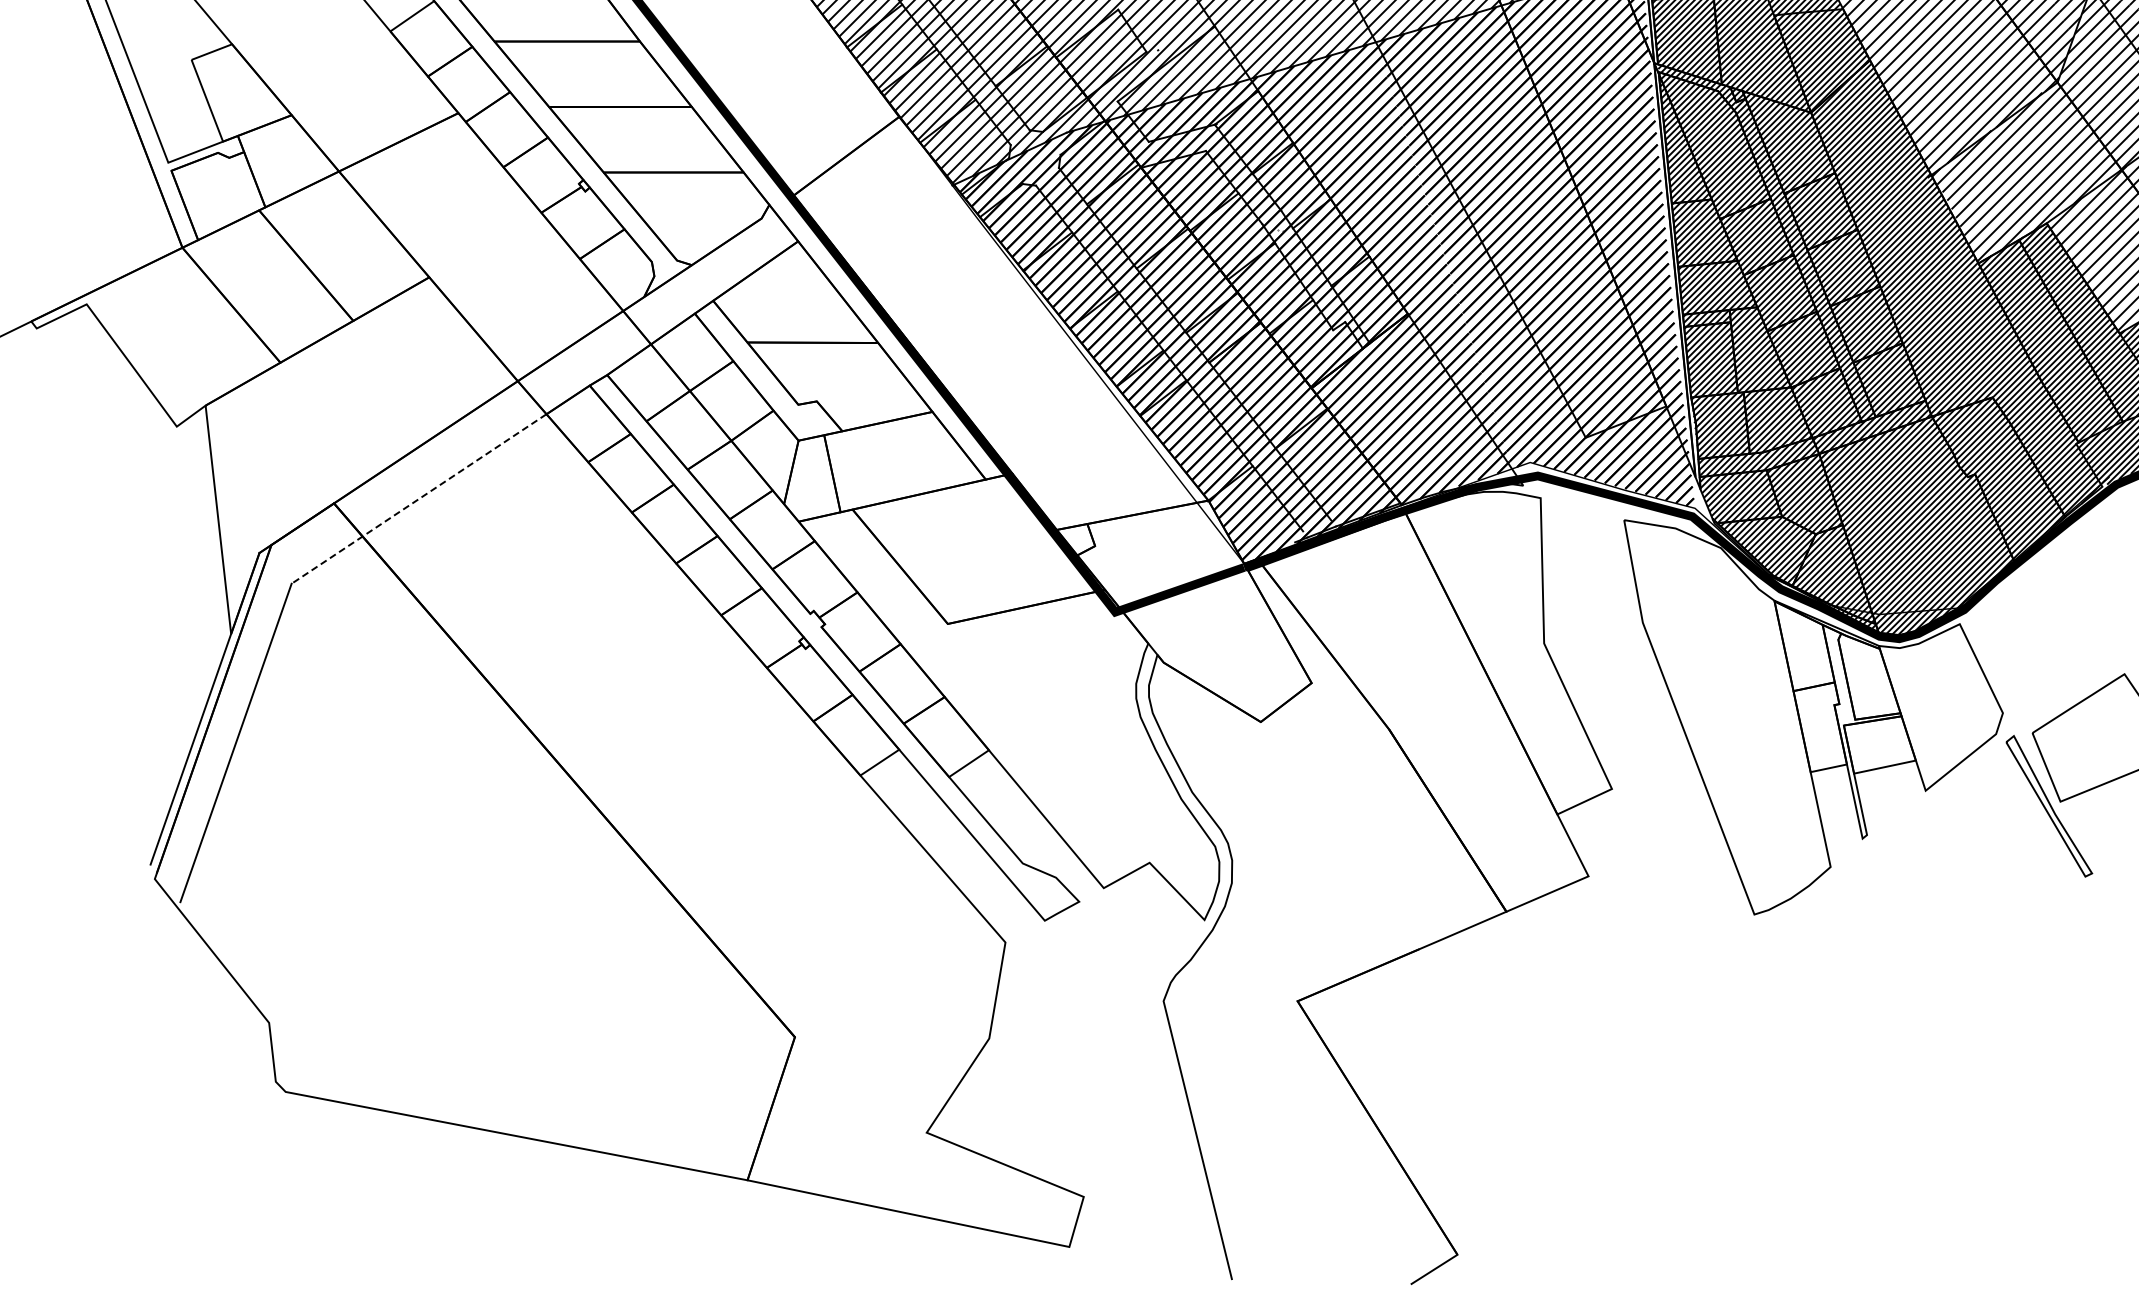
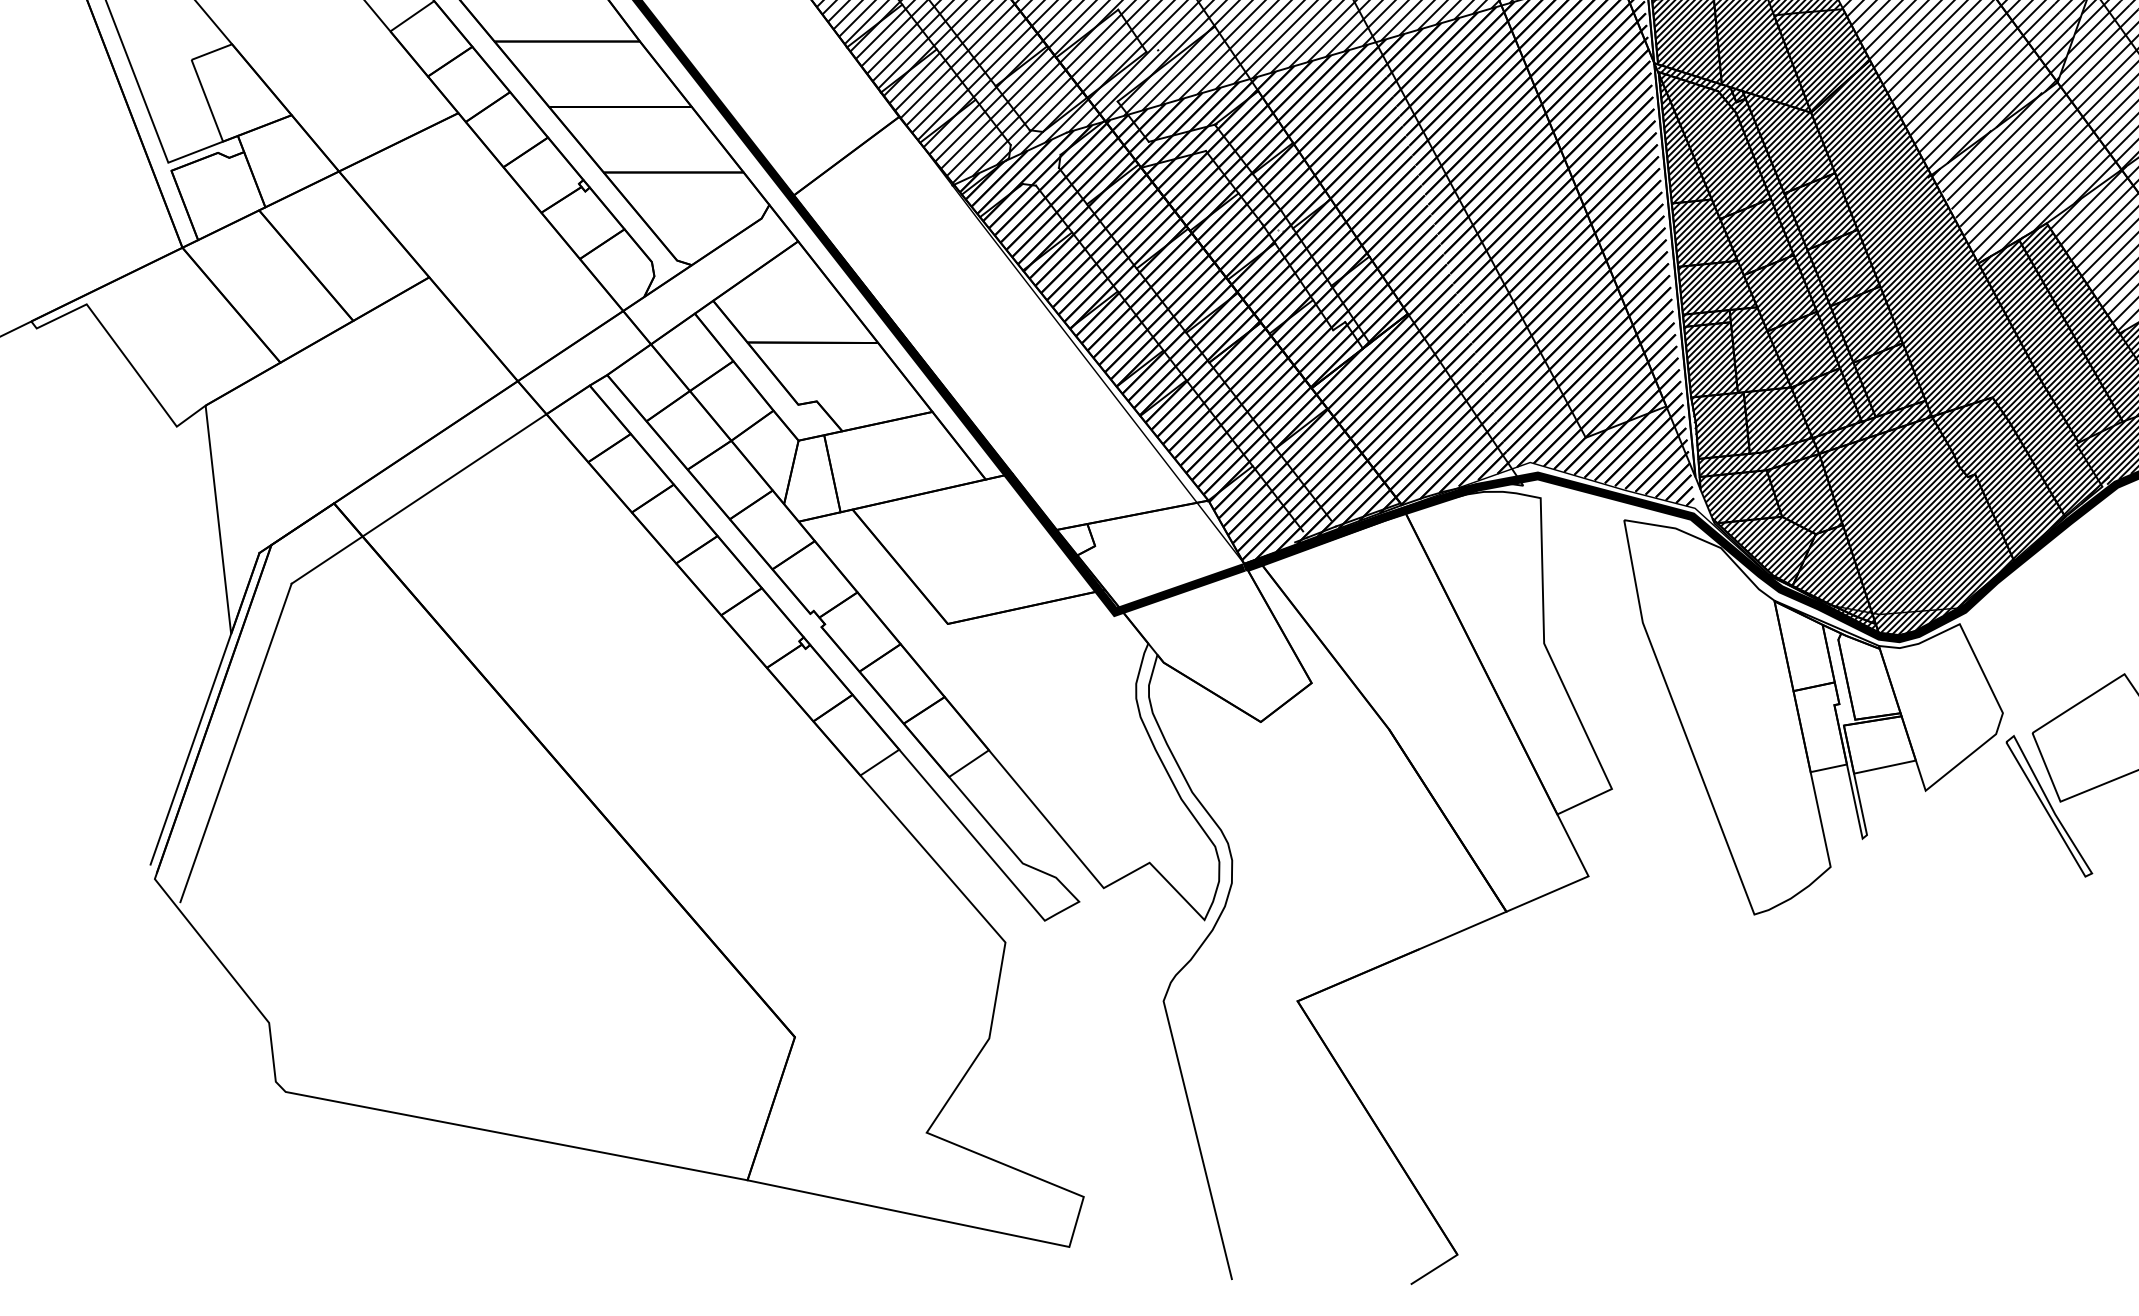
line at (418, 499): dashed -> solid
